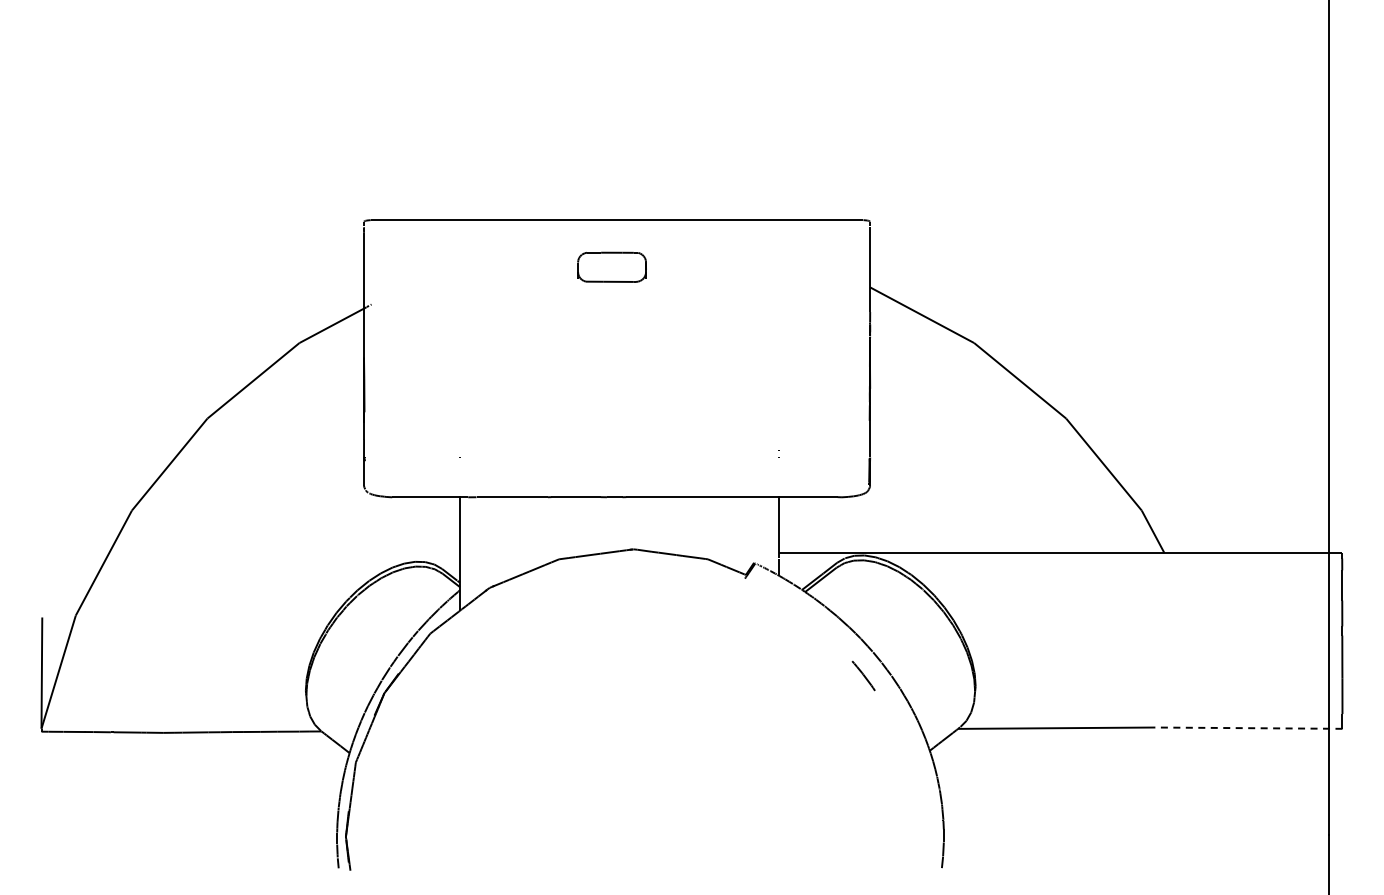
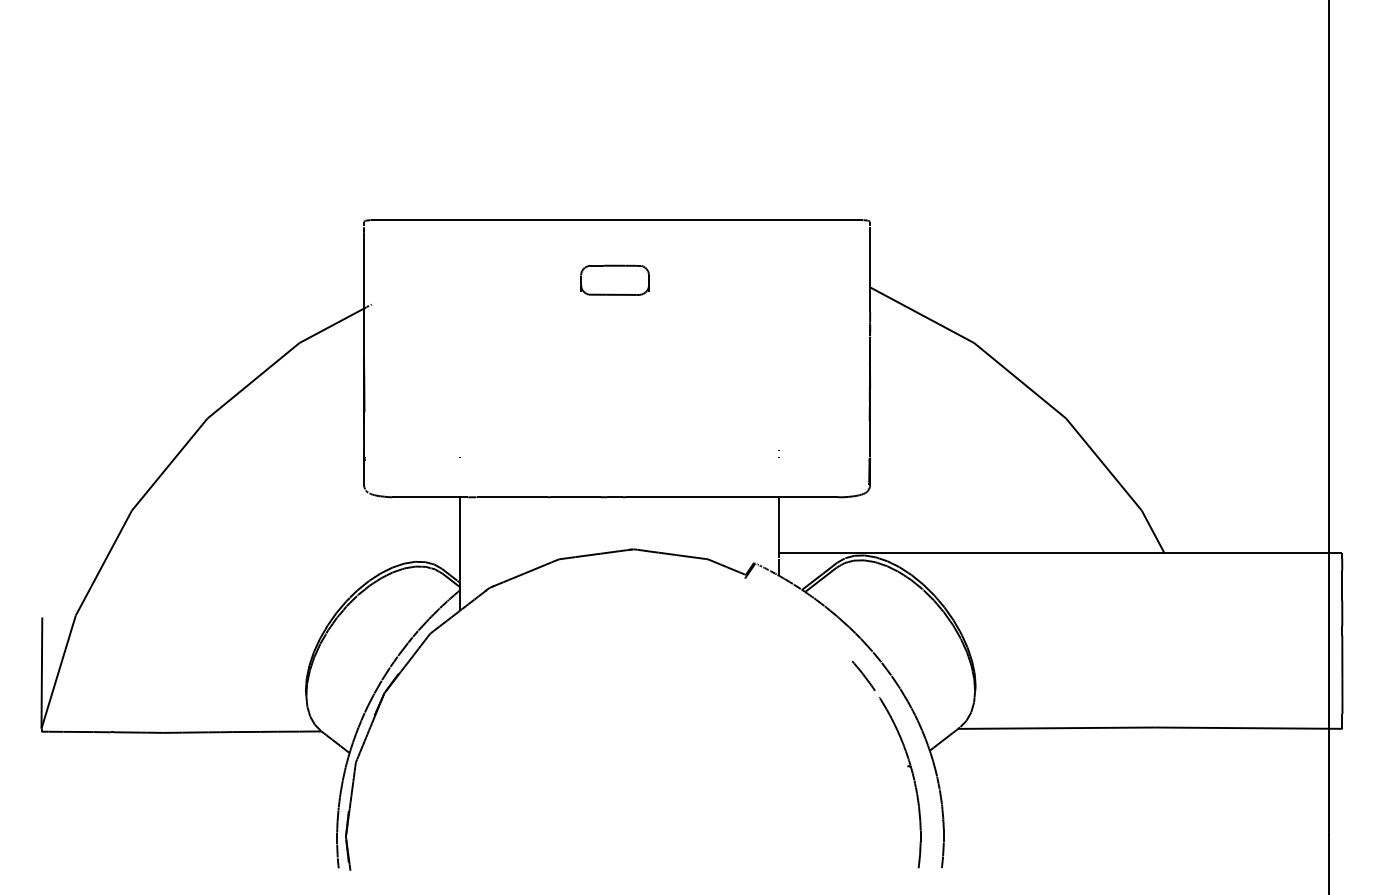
part at (611, 266) position: (611, 266) -> (614, 279)
line at (1248, 728): dashed -> solid
part at (912, 777): none -> present
